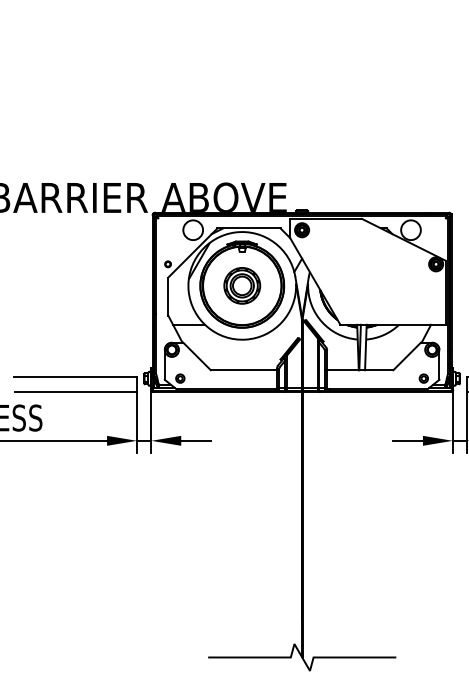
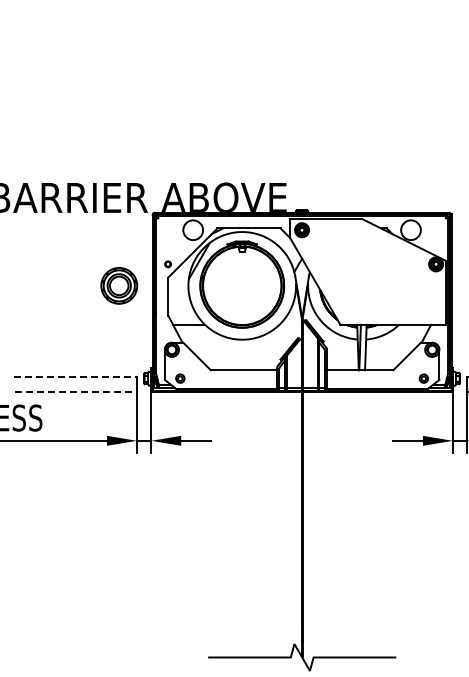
part at (242, 285) position: (242, 285) -> (119, 285)
line at (75, 376): solid -> dashed
line at (76, 392): solid -> dashed
